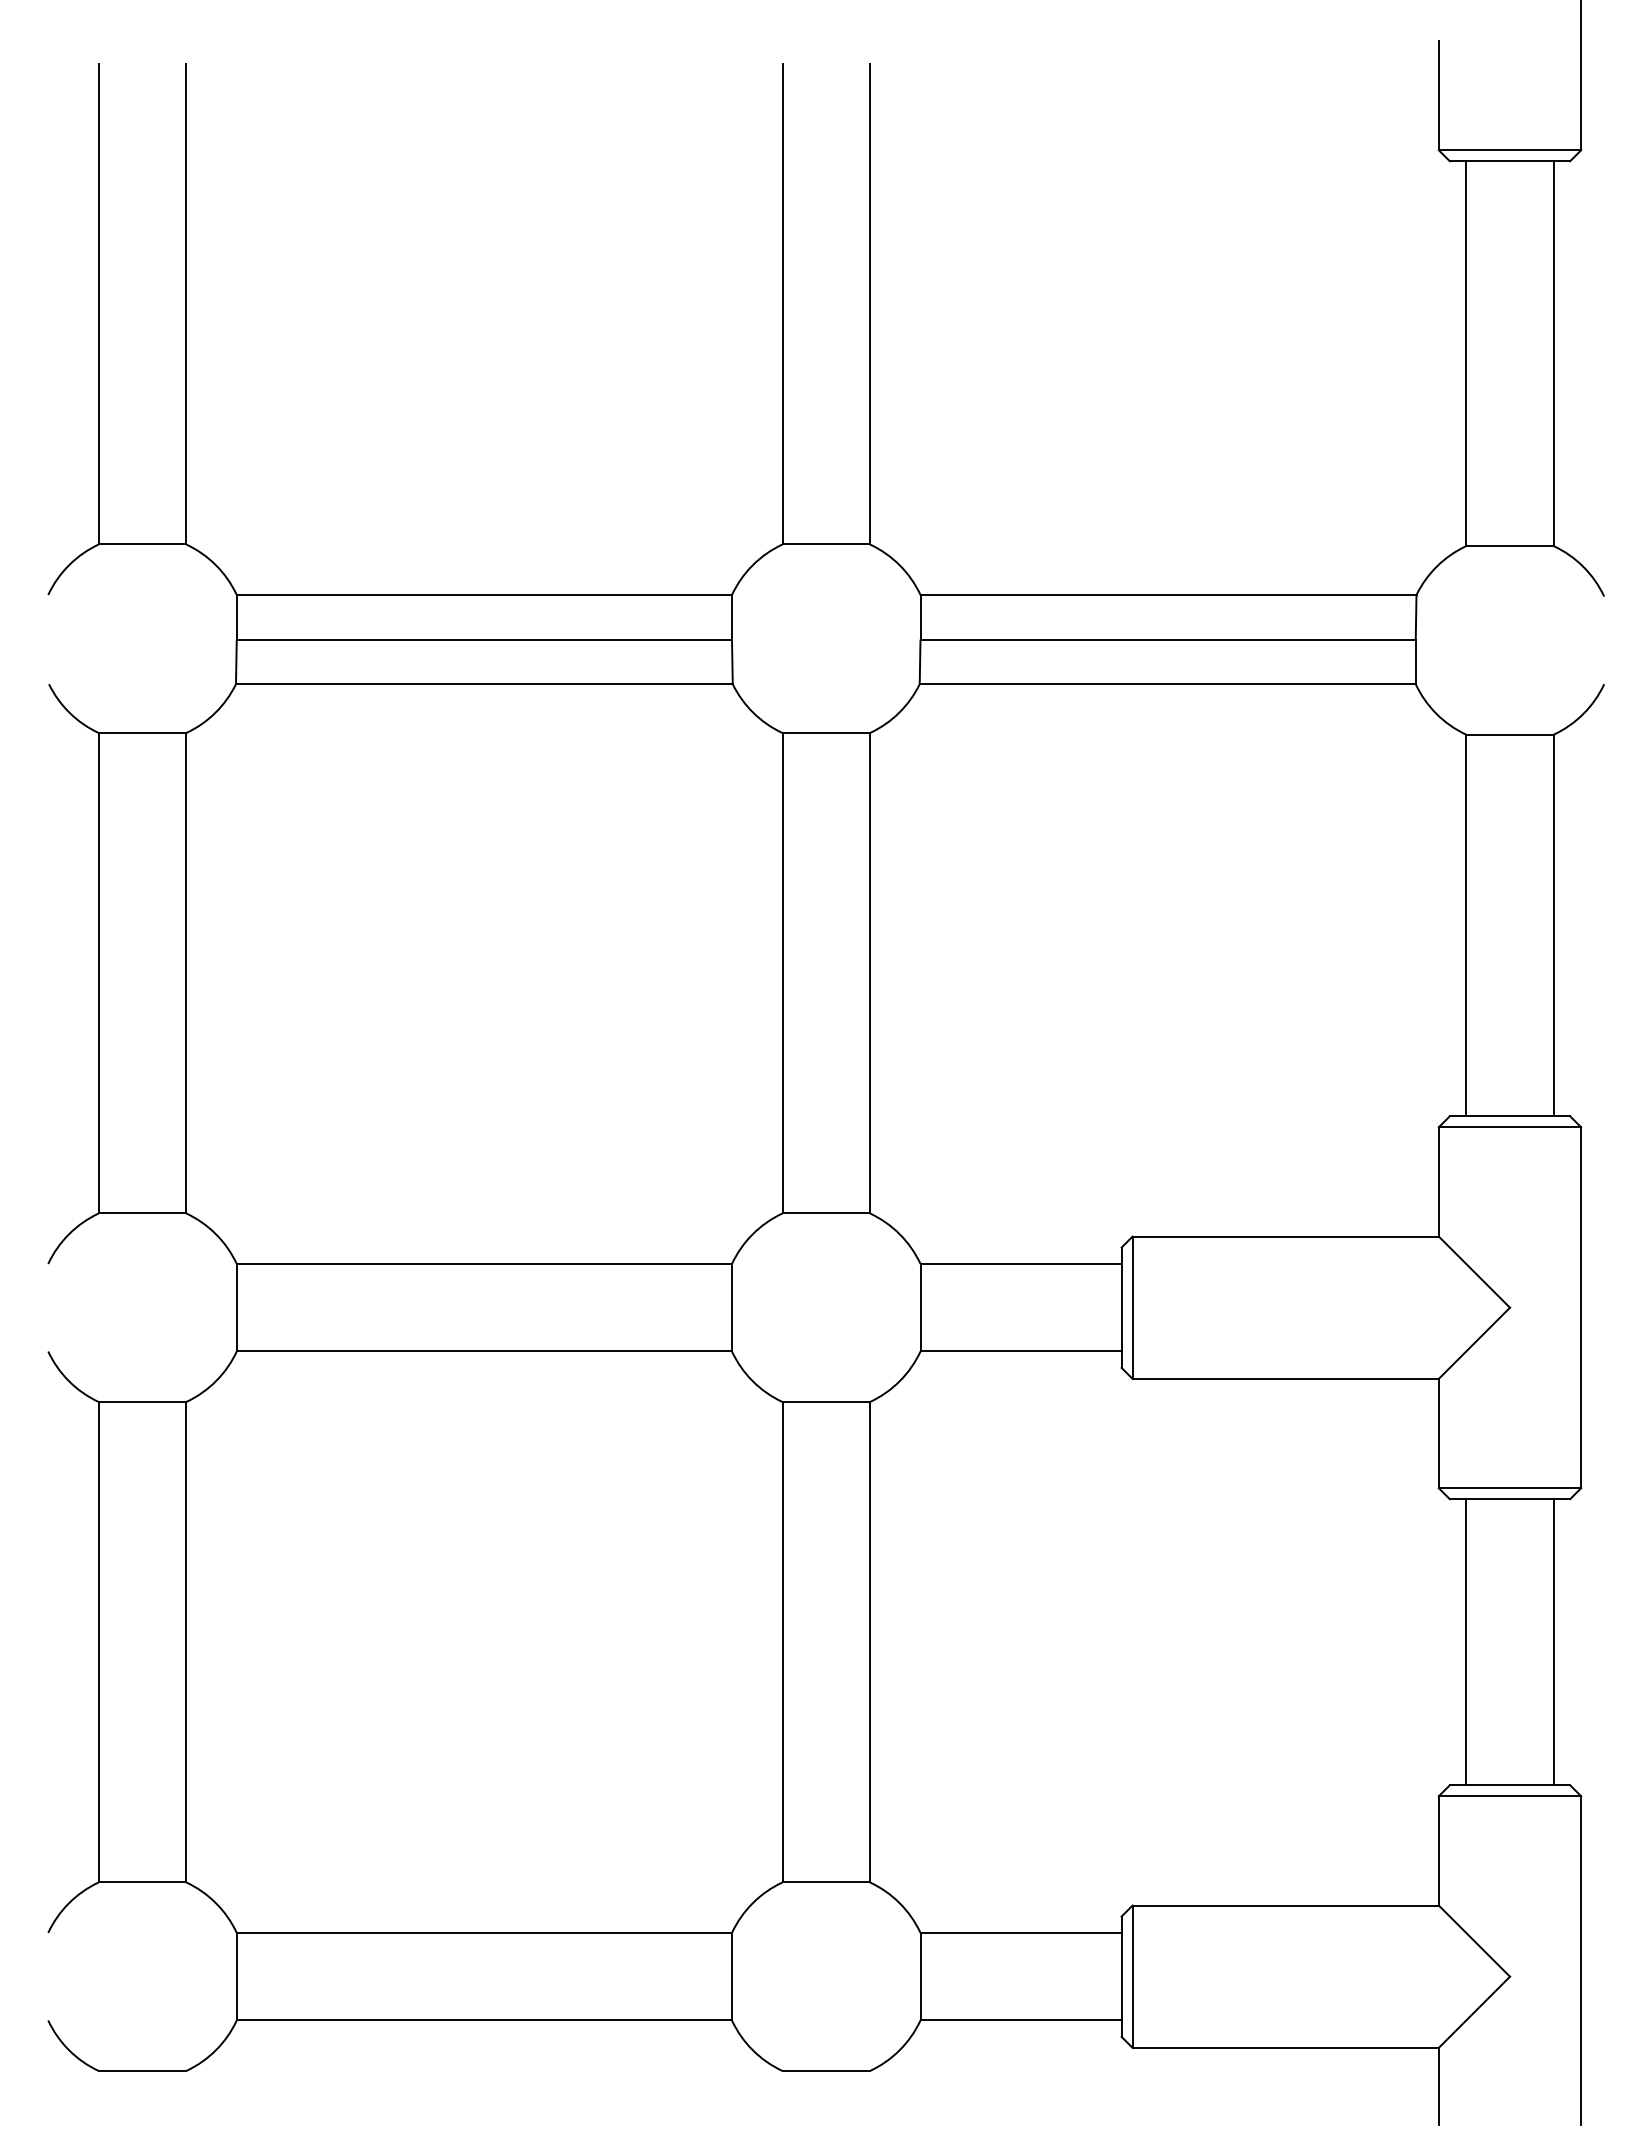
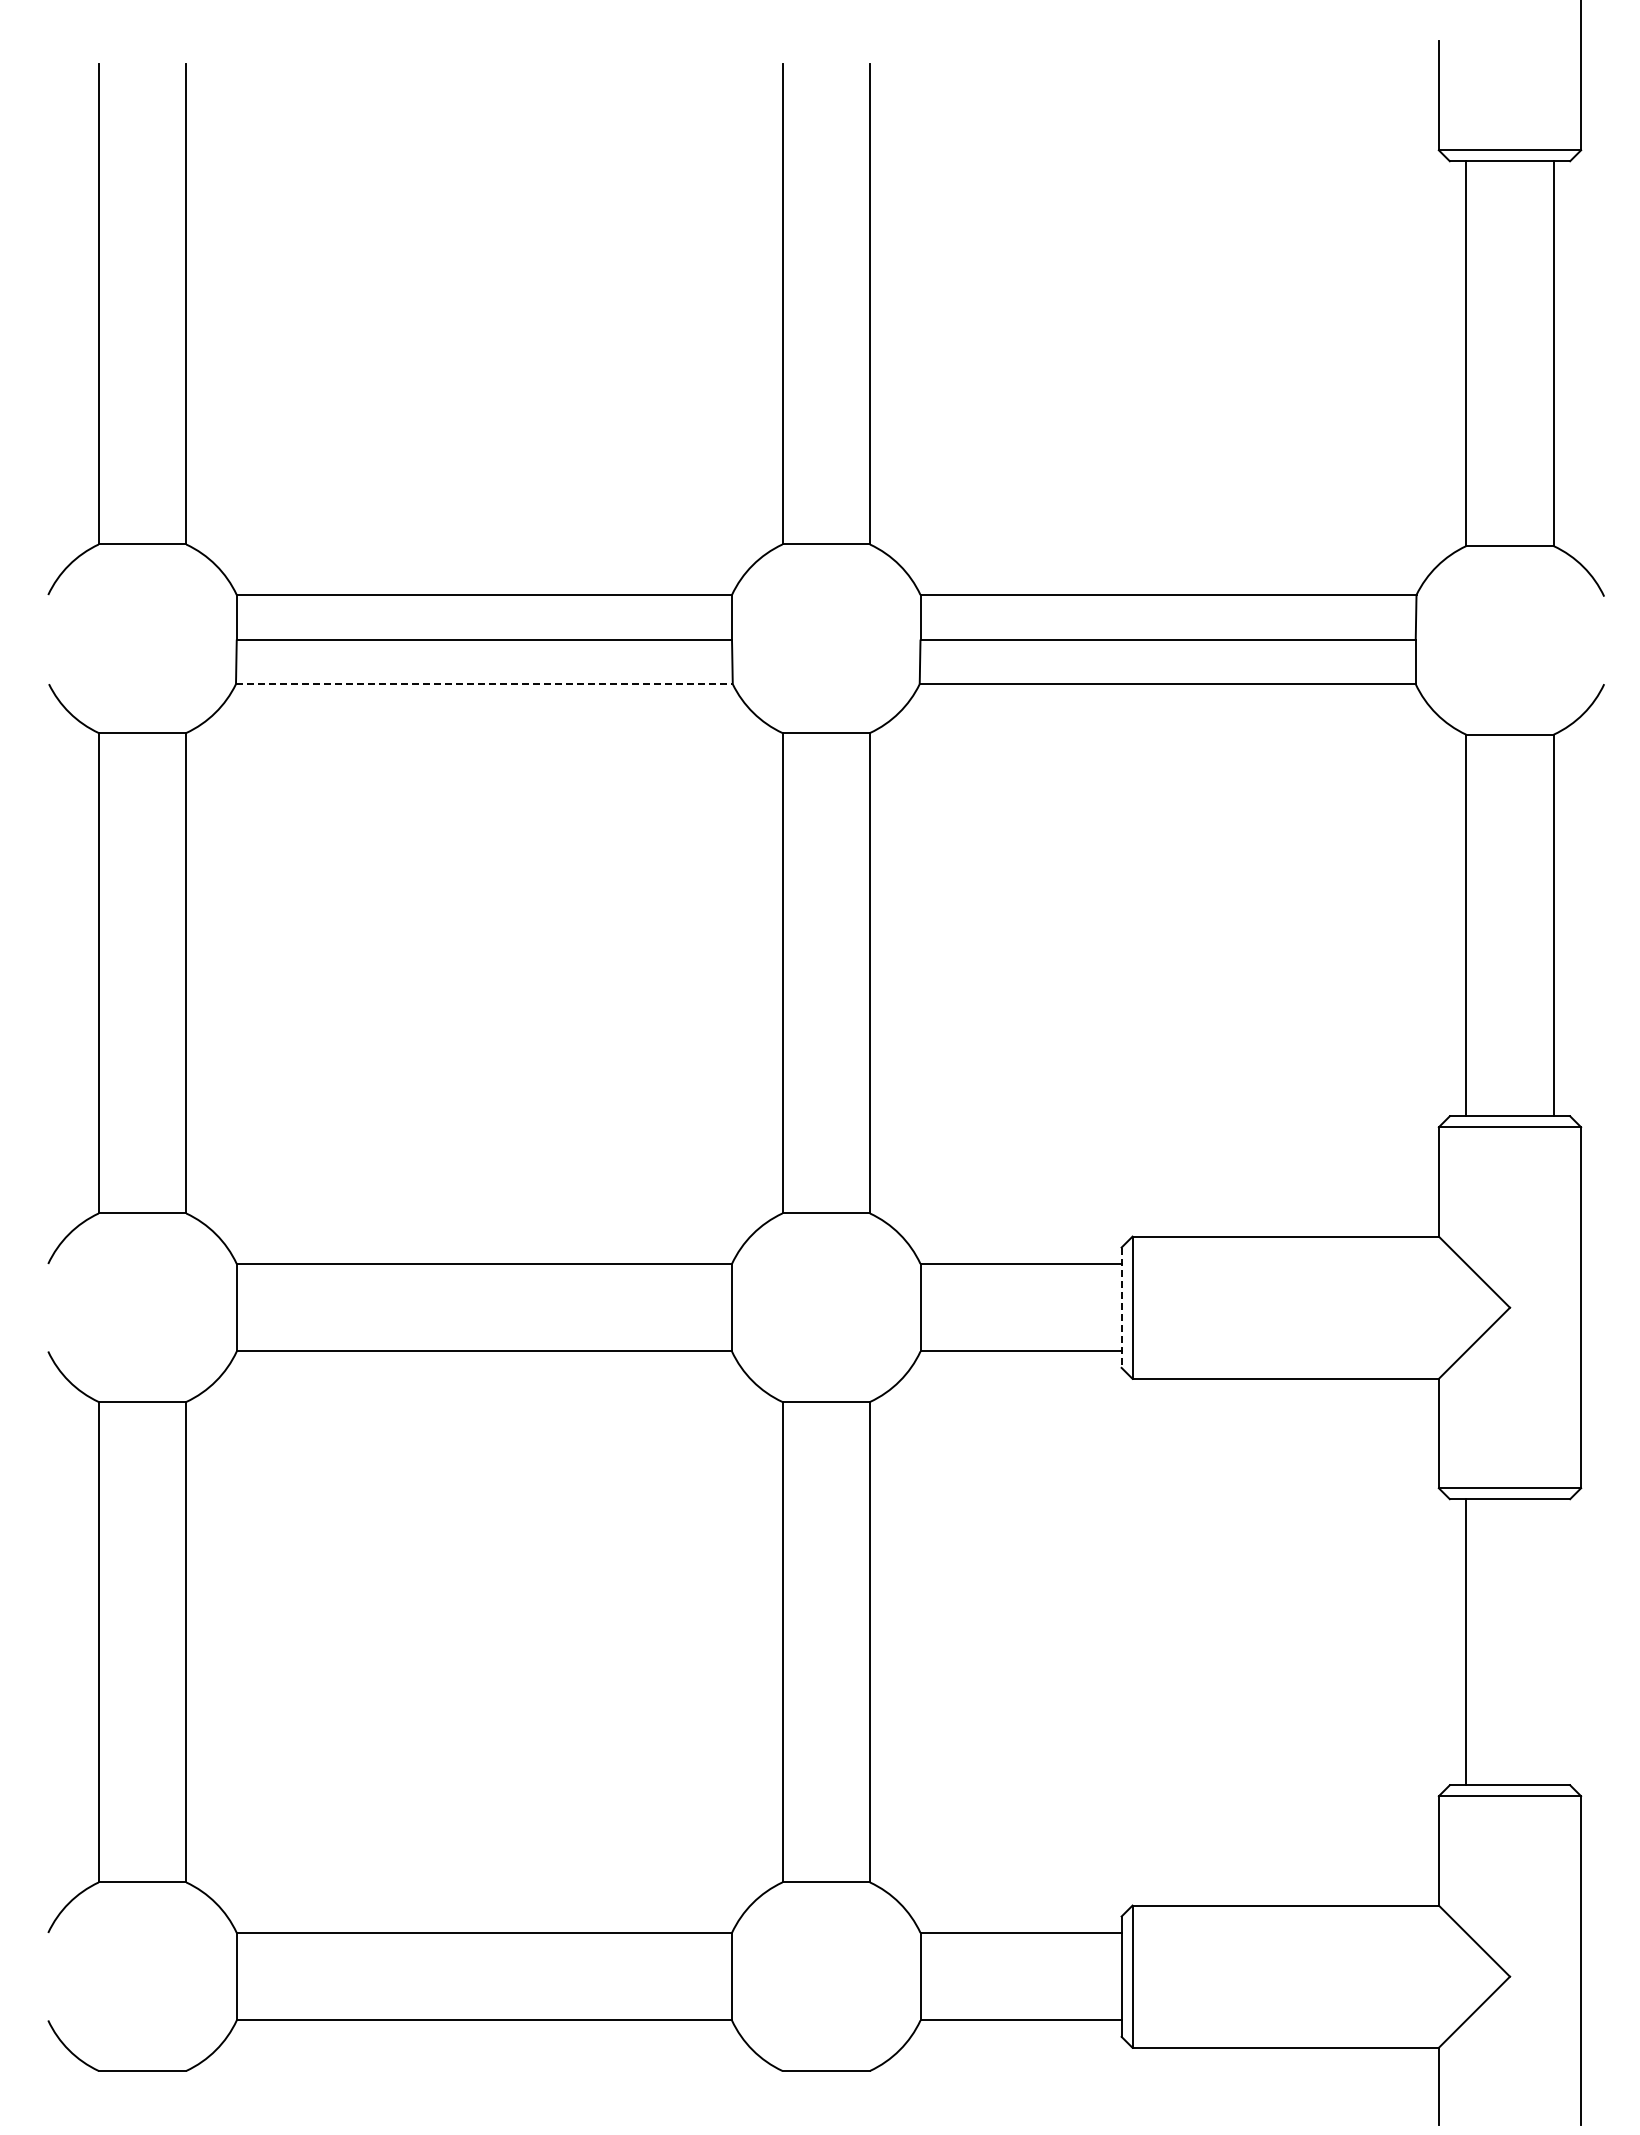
line at (484, 684): solid -> dashed
line at (1121, 1308): solid -> dashed
line at (1553, 1642): present -> none
